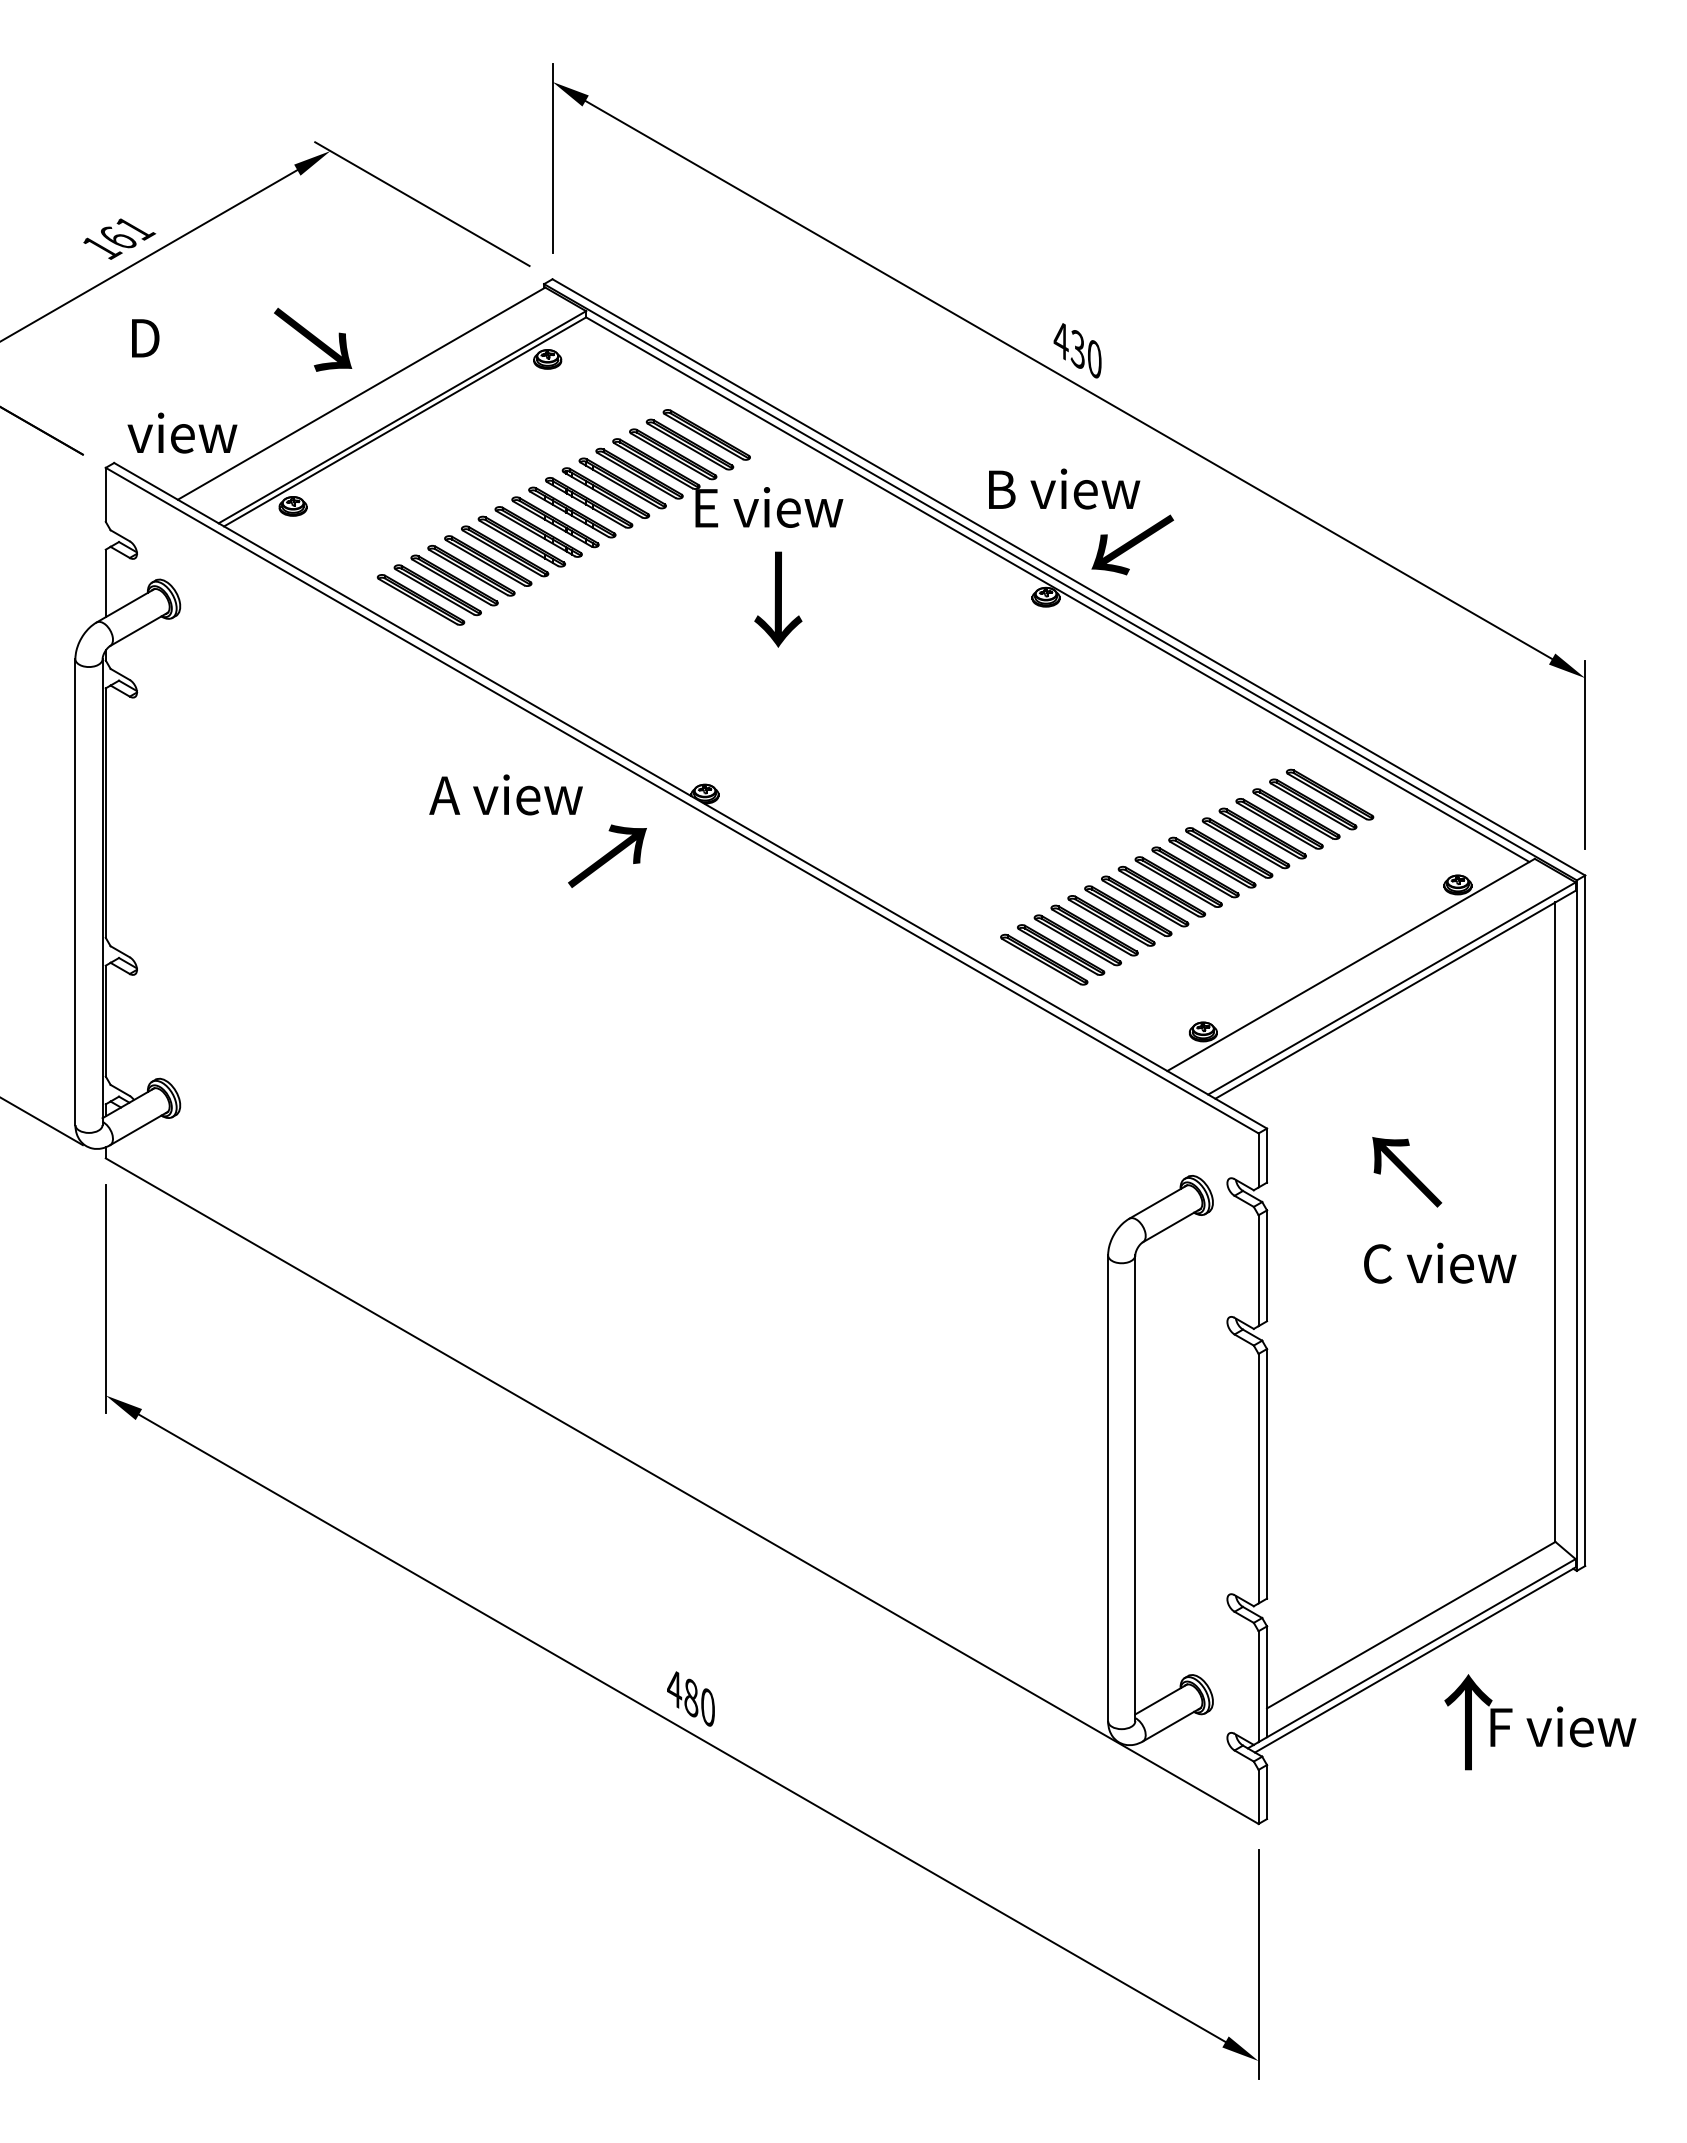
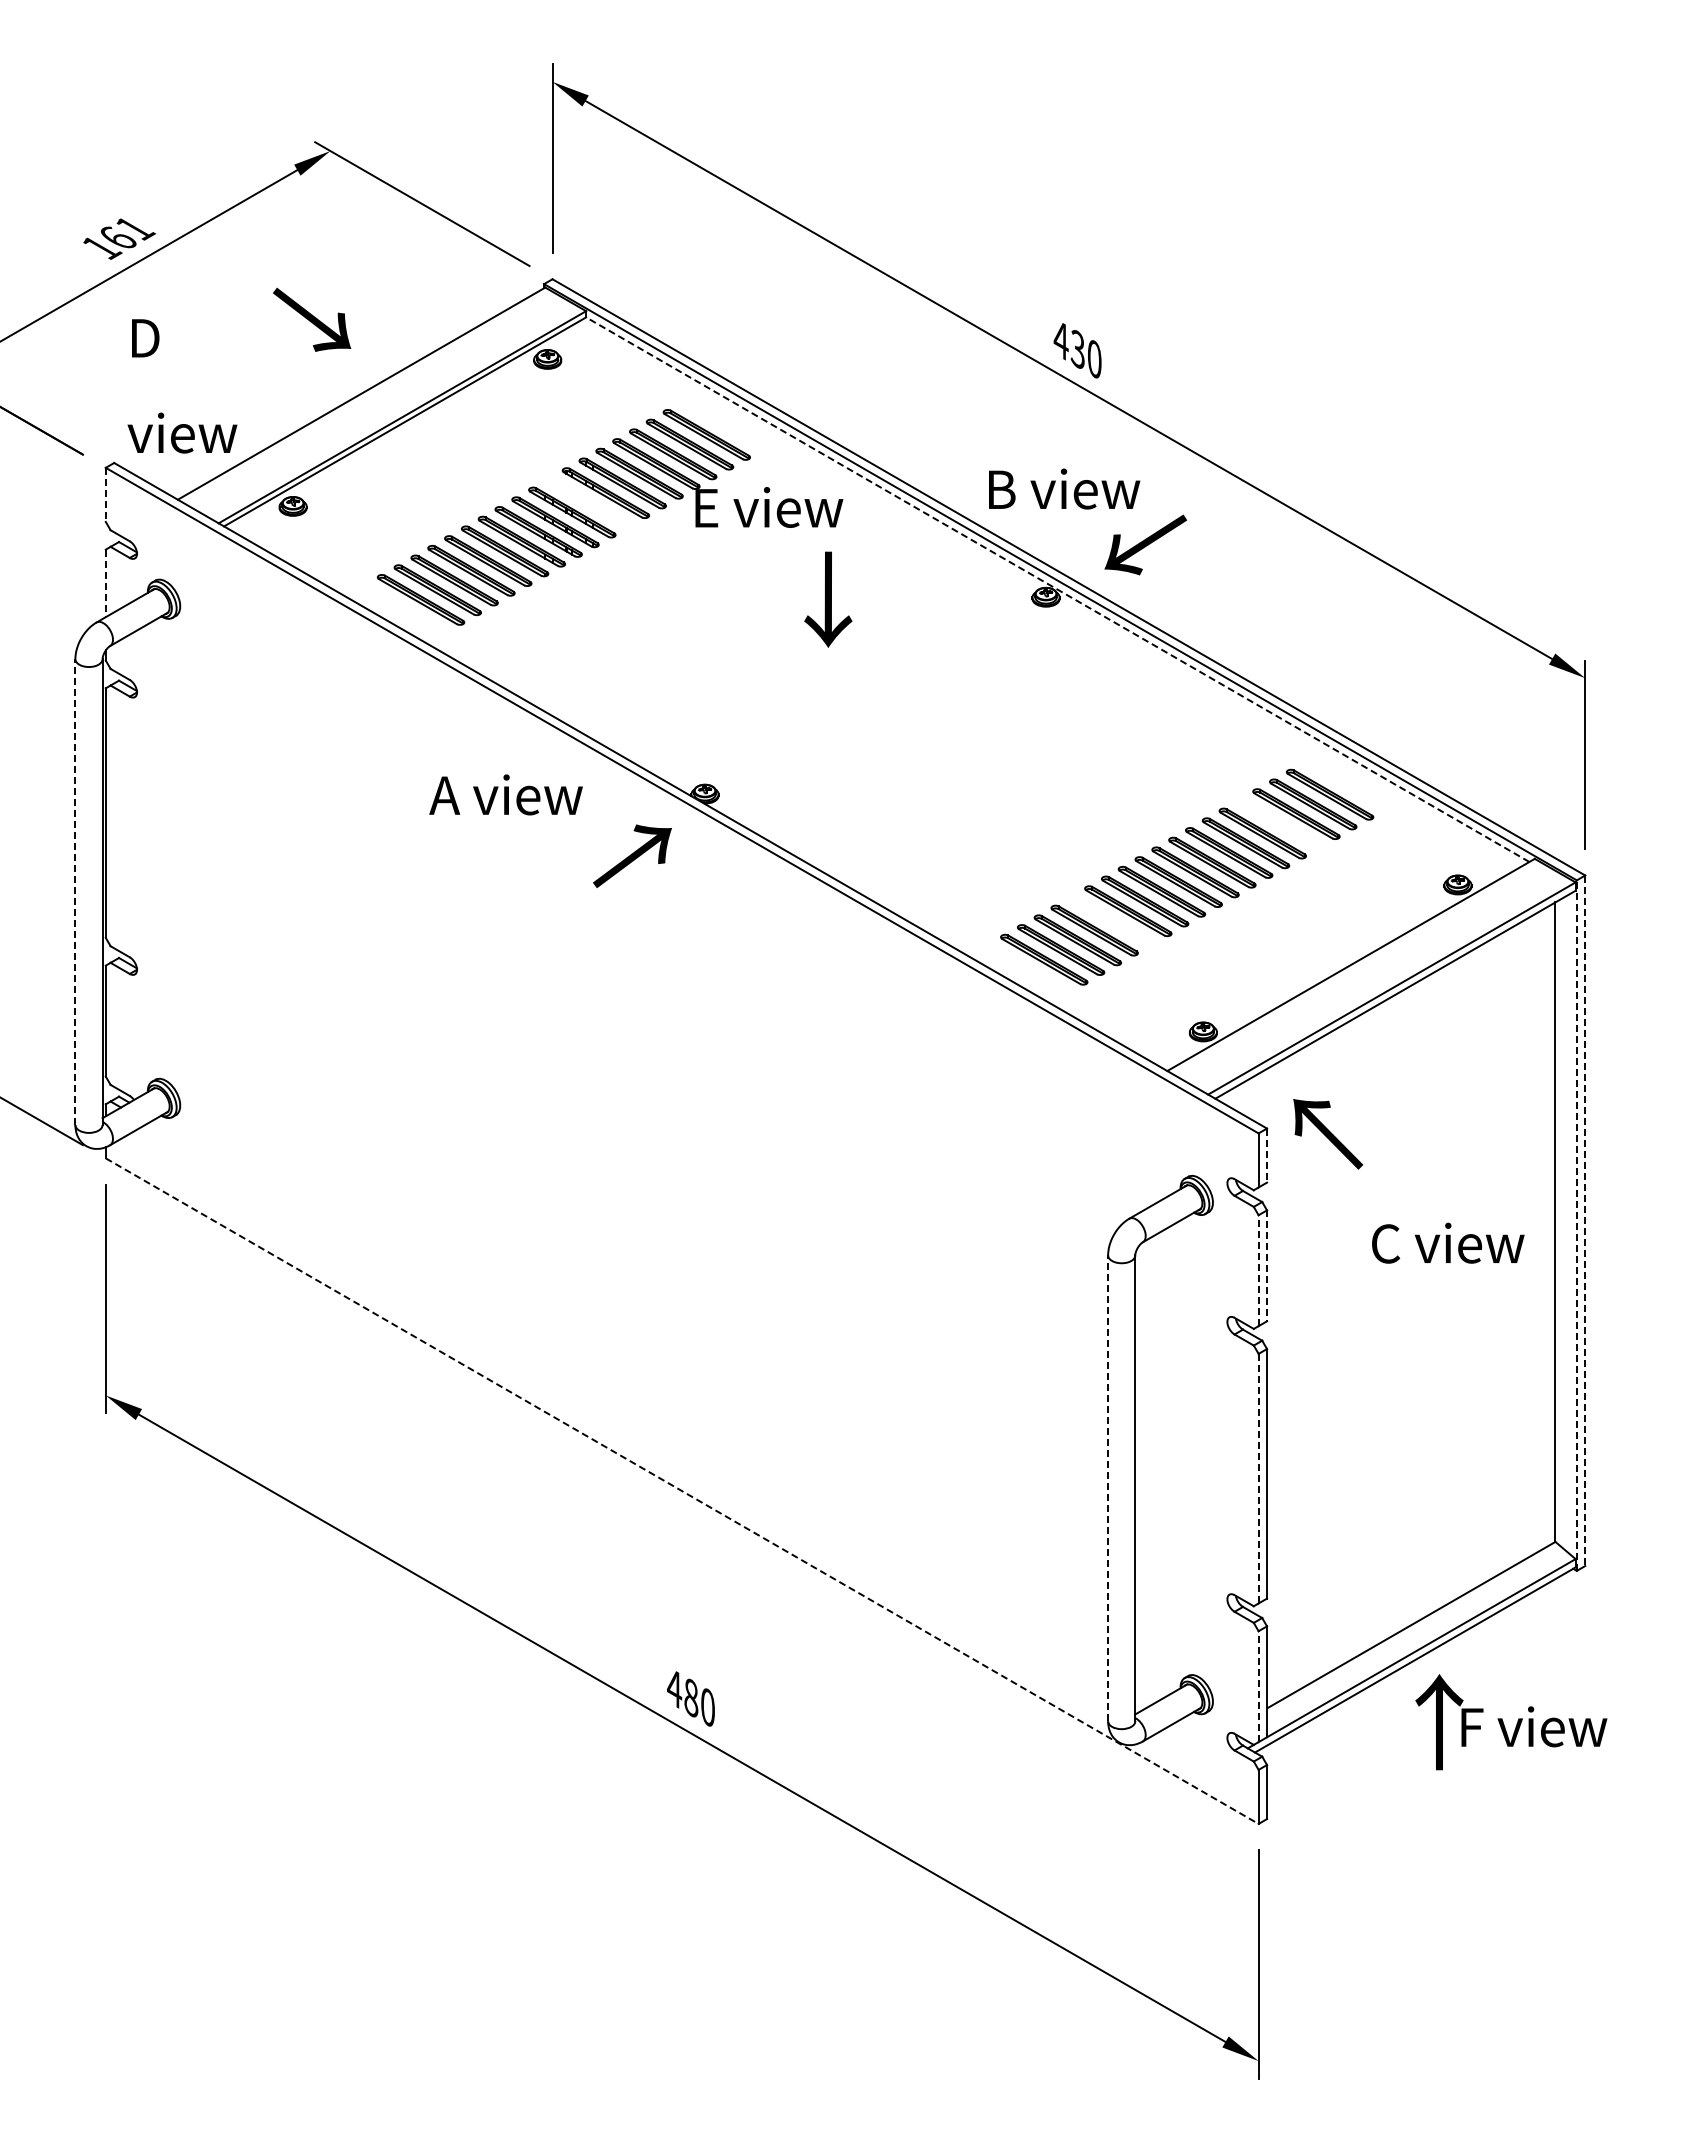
text at (313, 339) position: (313, 339) -> (312, 319)
line at (105, 495): solid -> dashed
part at (589, 502): present -> none
text at (1132, 544) position: (1132, 544) -> (1145, 544)
line at (105, 583): solid -> dashed
line at (1057, 589): solid -> dashed
text at (778, 599) position: (778, 599) -> (828, 599)
part at (1279, 823): present -> none
text at (607, 855) position: (607, 855) -> (632, 855)
line at (75, 892): solid -> dashed
part at (1111, 920): present -> none
line at (1267, 1156): solid -> dashed
text at (1407, 1172) position: (1407, 1172) -> (1328, 1134)
line at (1585, 1221): solid -> dashed
line at (1576, 1225): solid -> dashed
text at (1440, 1262) position: (1440, 1262) -> (1448, 1242)
line at (1267, 1266): solid -> dashed
line at (1258, 1270): solid -> dashed
line at (1258, 1478): solid -> dashed
line at (1108, 1488): solid -> dashed
line at (682, 1491): solid -> dashed
line at (1258, 1686): solid -> dashed
text at (1540, 1722) position: (1540, 1722) -> (1511, 1722)
